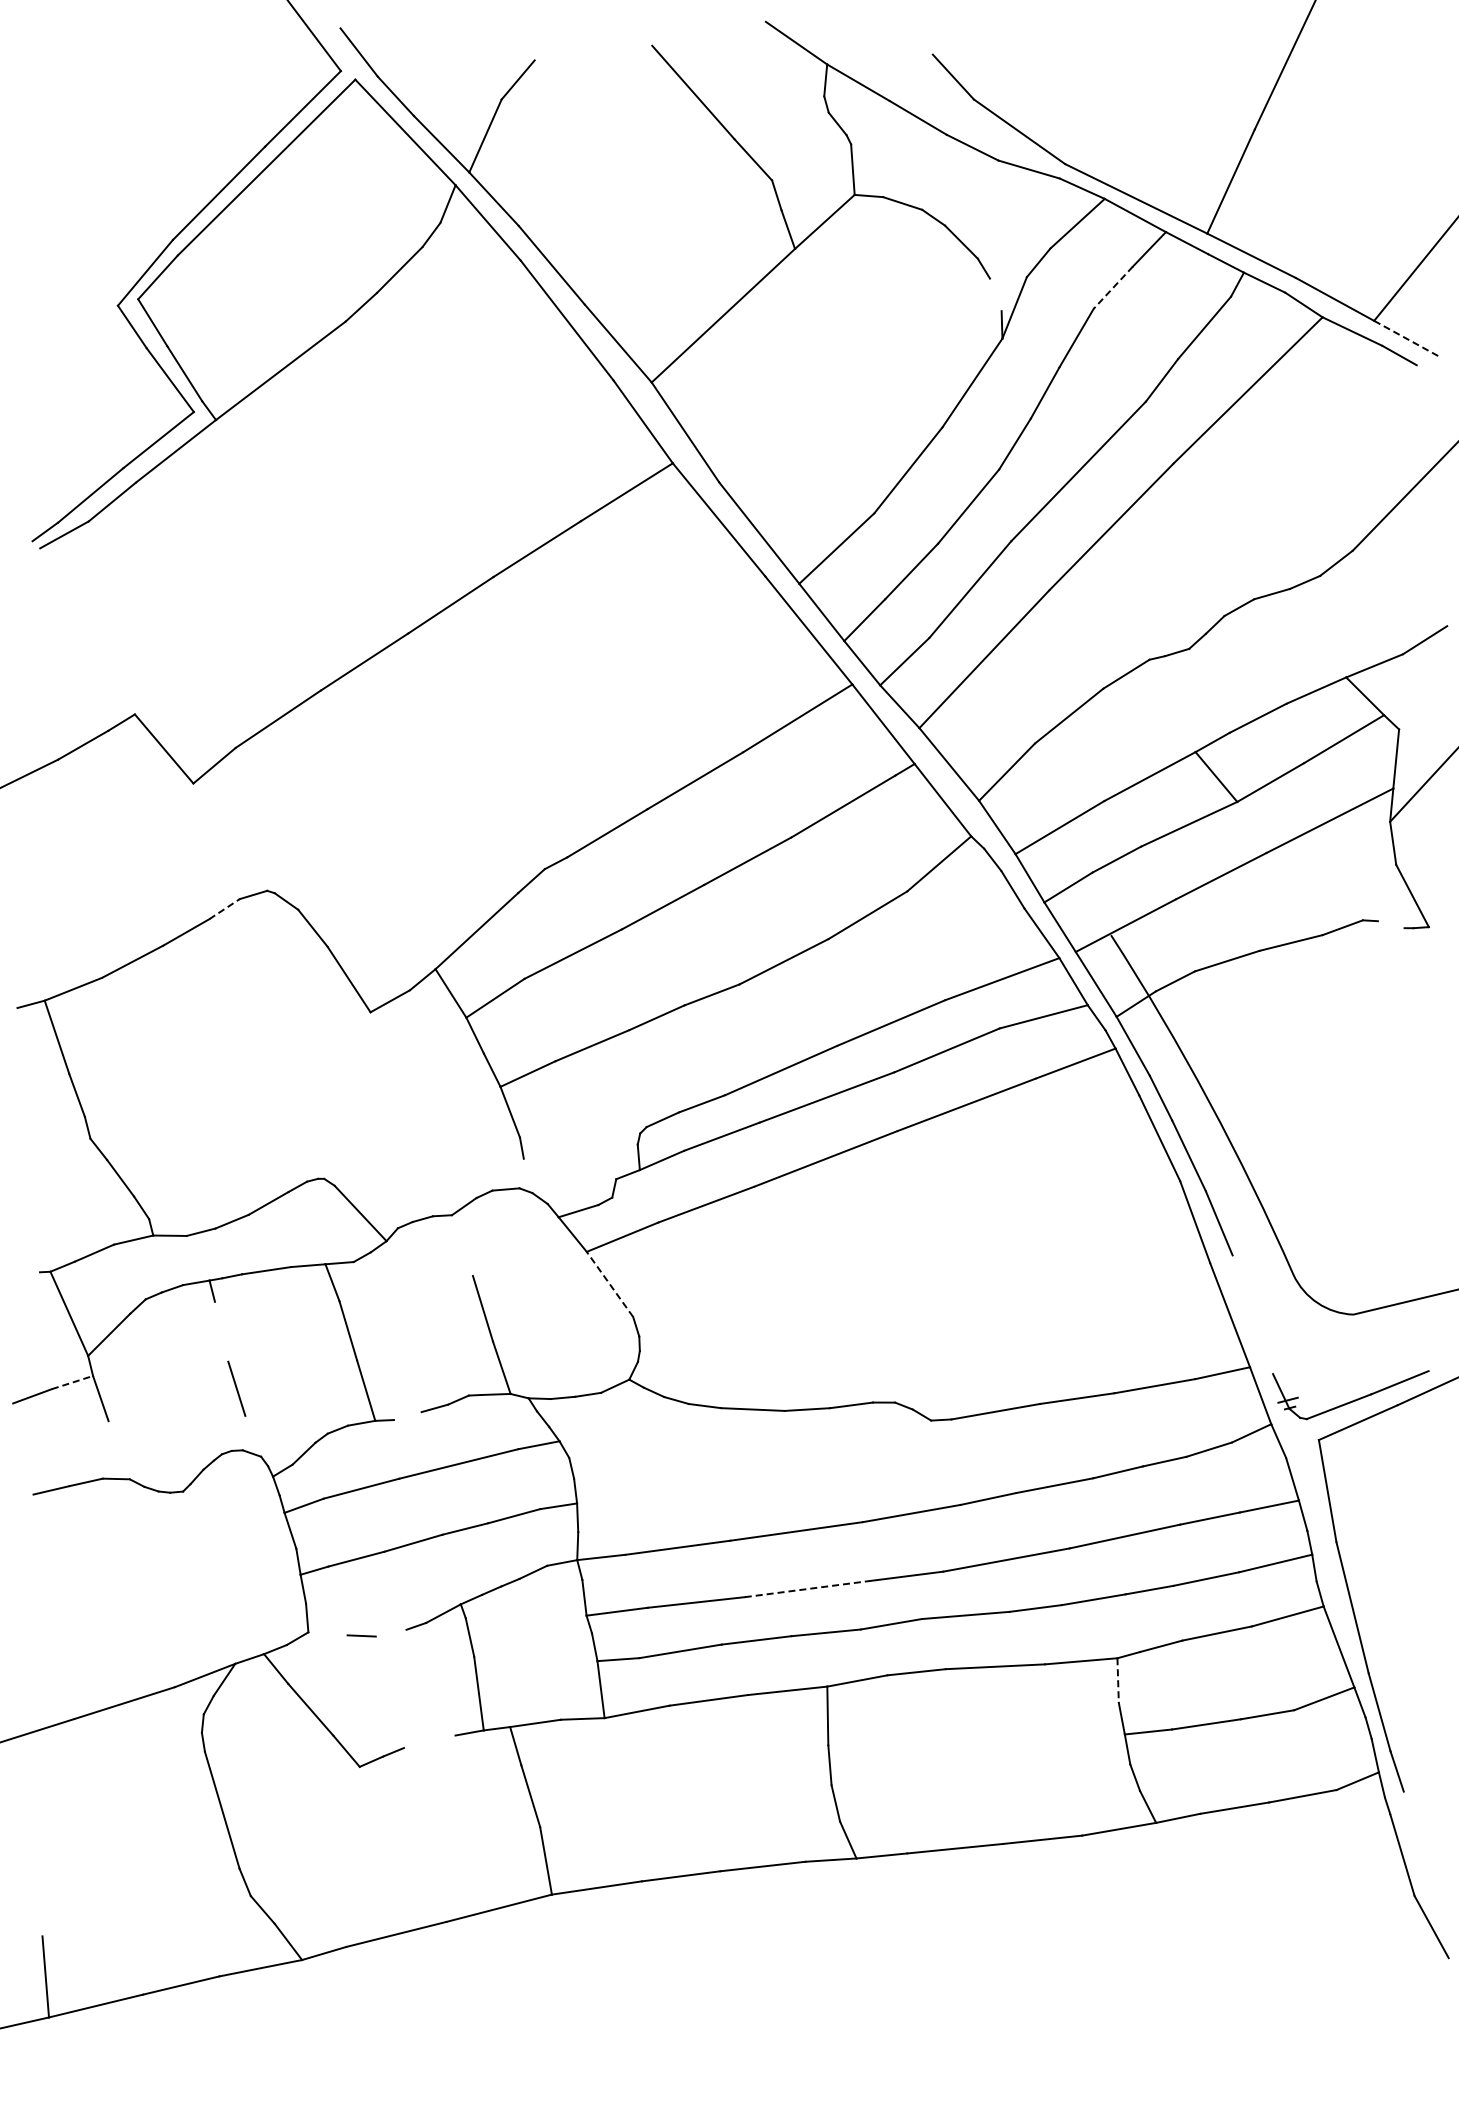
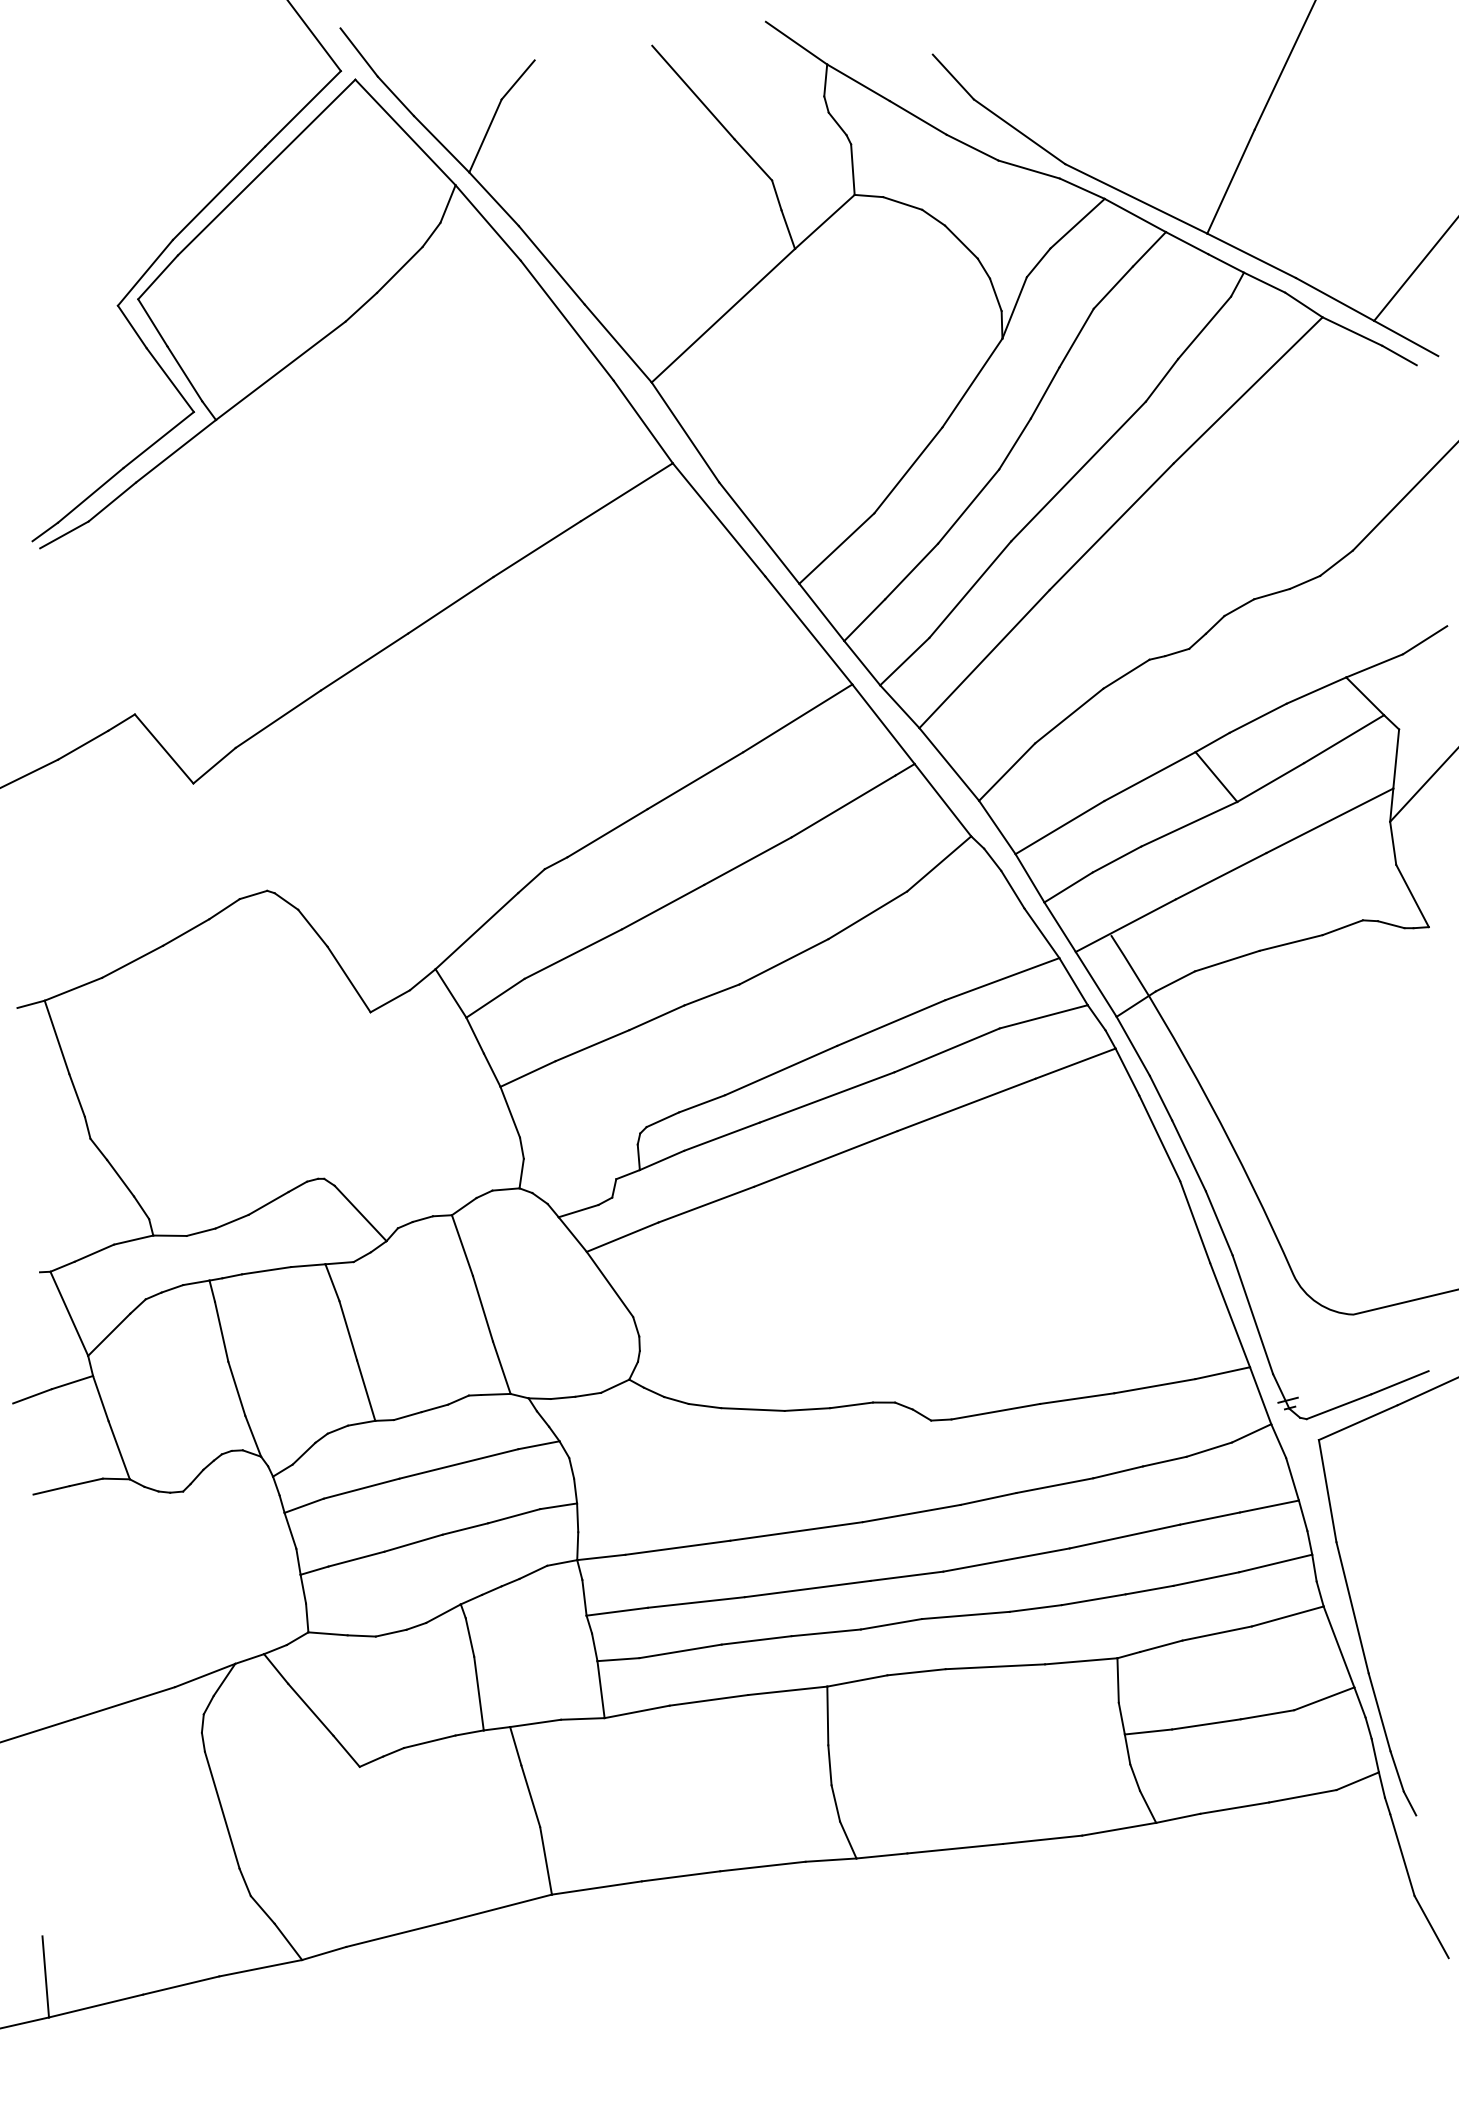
line at (1113, 287): dashed -> solid
line at (995, 294): none -> present
line at (1406, 338): dashed -> solid
line at (224, 908): dashed -> solid
line at (1390, 924): none -> present
line at (521, 1173): none -> present
line at (461, 1245): none -> present
line at (609, 1284): dashed -> solid
line at (1252, 1314): none -> present
line at (221, 1331): none -> present
line at (72, 1382): dashed -> solid
line at (407, 1416): none -> present
line at (253, 1435): none -> present
line at (118, 1450): none -> present
line at (808, 1588): dashed -> solid
line at (390, 1632): none -> present
line at (327, 1633): none -> present
line at (1118, 1681): dashed -> solid
line at (429, 1741): none -> present
line at (1409, 1803): none -> present
